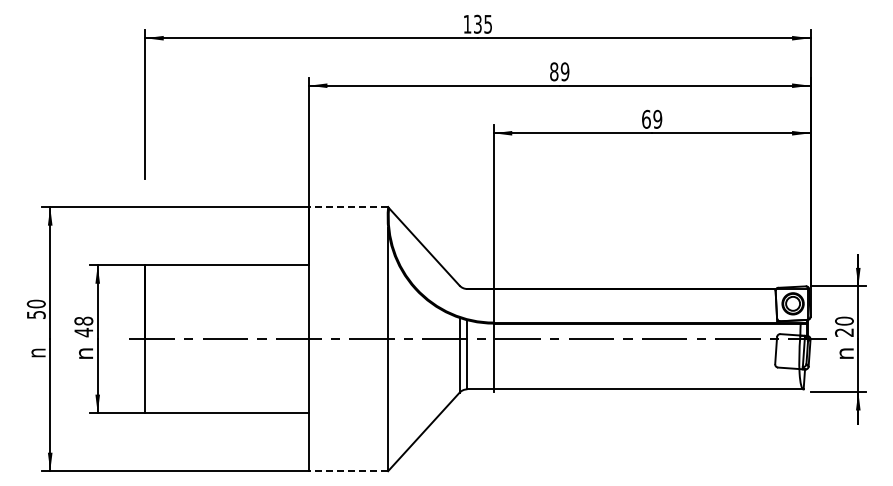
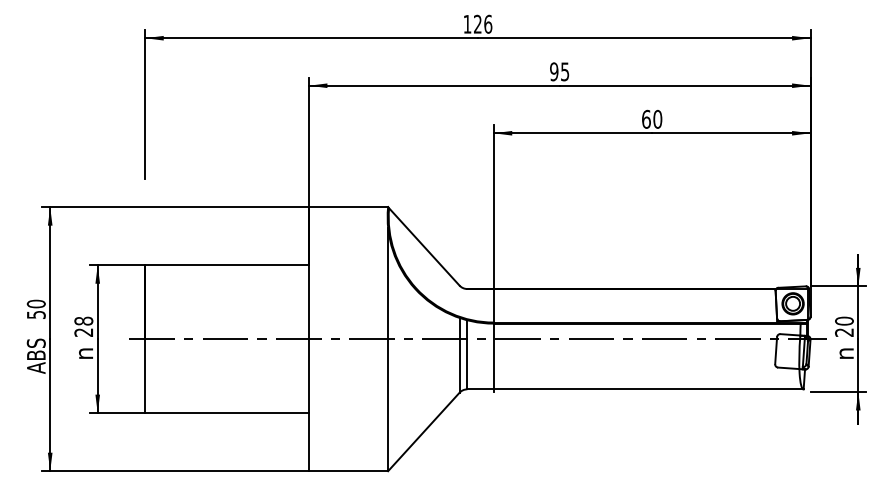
text at (483, 23): 135 -> 126
text at (559, 71): 89 -> 95
text at (657, 119): 69 -> 60
line at (348, 207): dashed -> solid
text at (83, 332): 48 -> 28
text at (35, 355): n -> ABS
line at (348, 471): dashed -> solid
